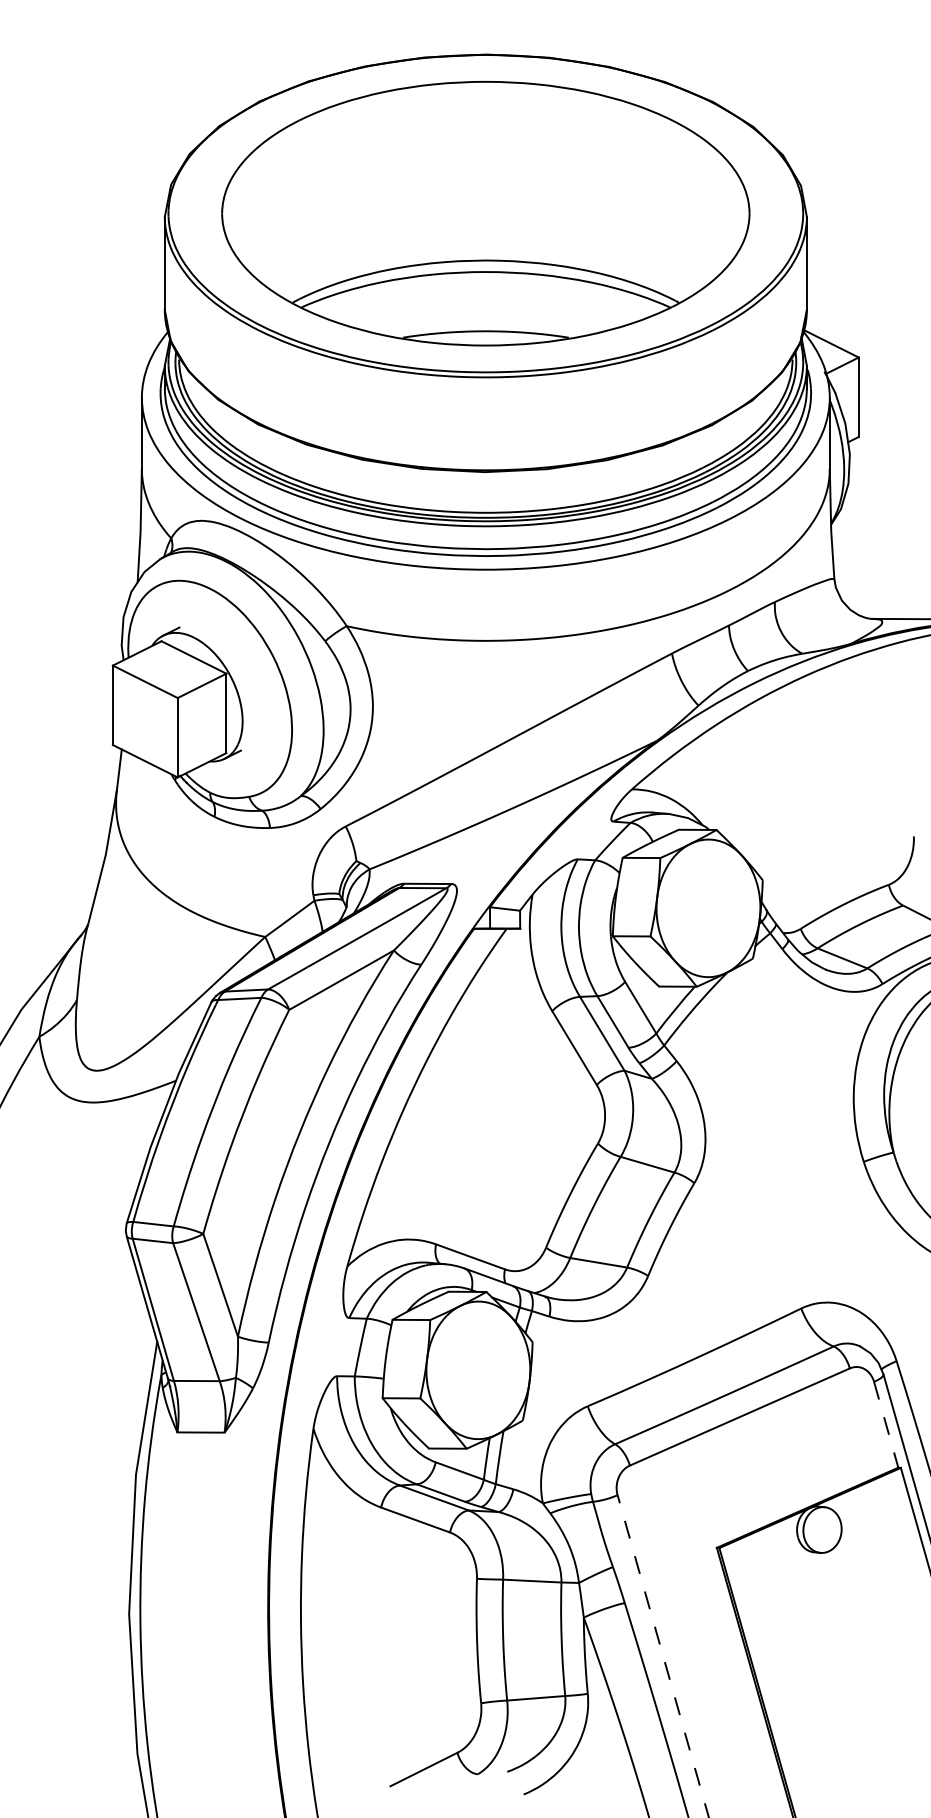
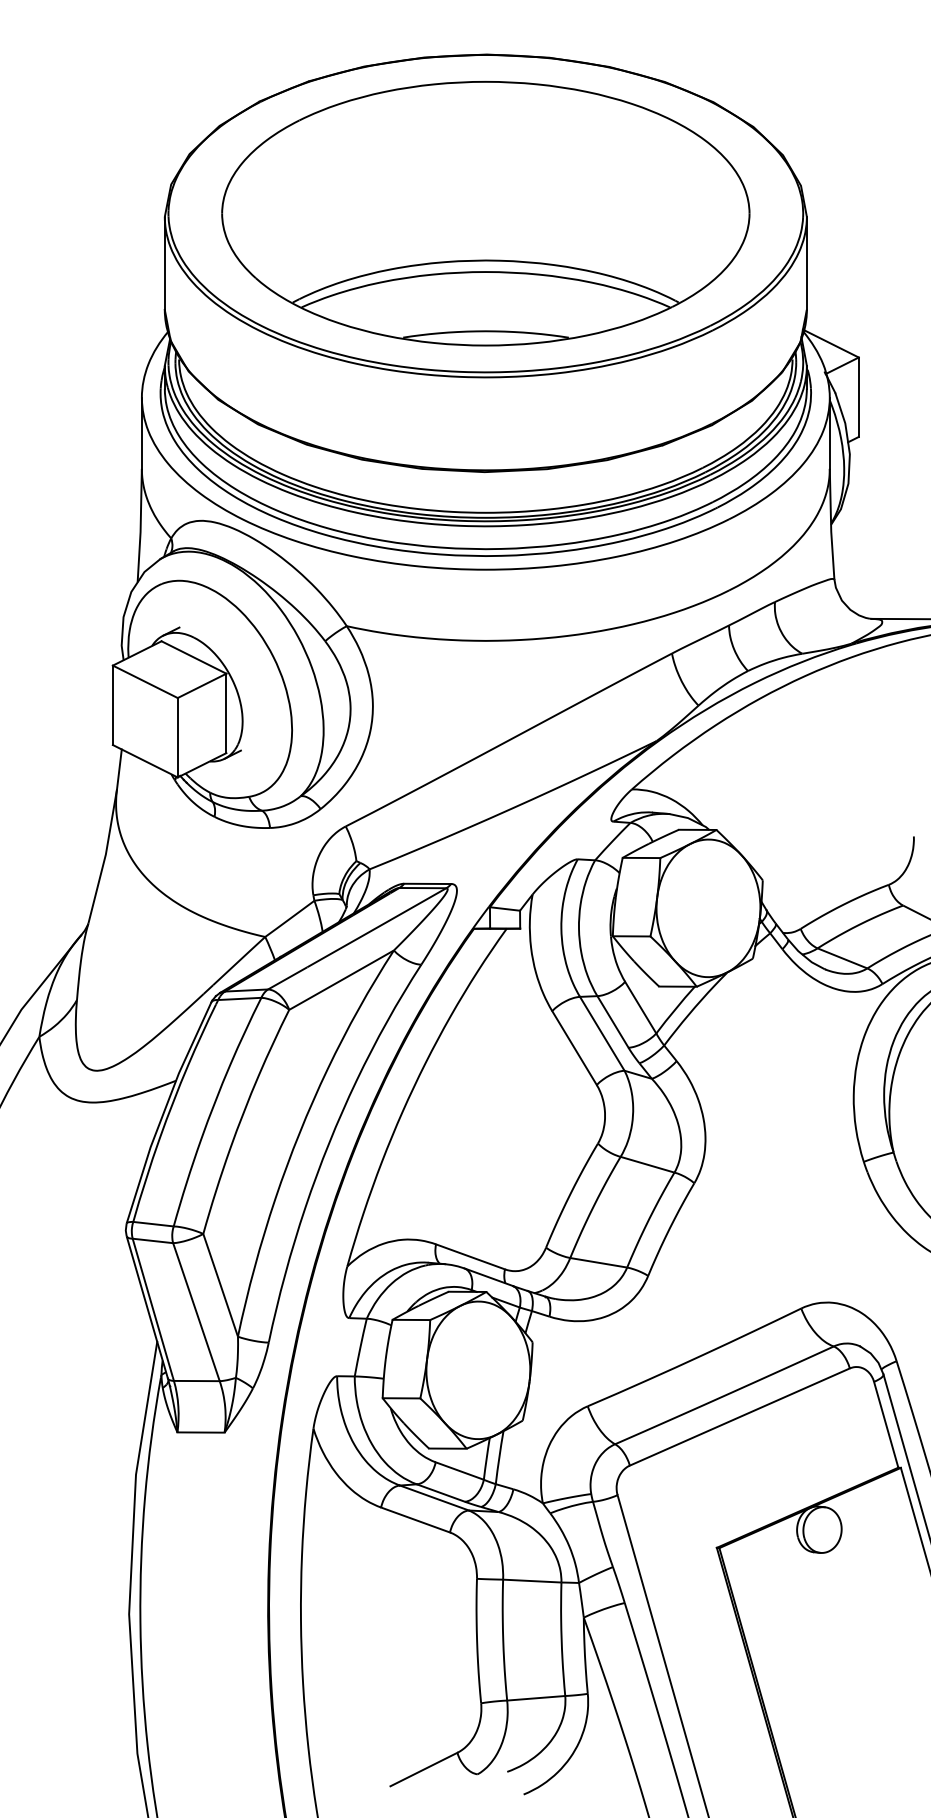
line at (886, 1424): dashed -> solid
line at (663, 1655): dashed -> solid
